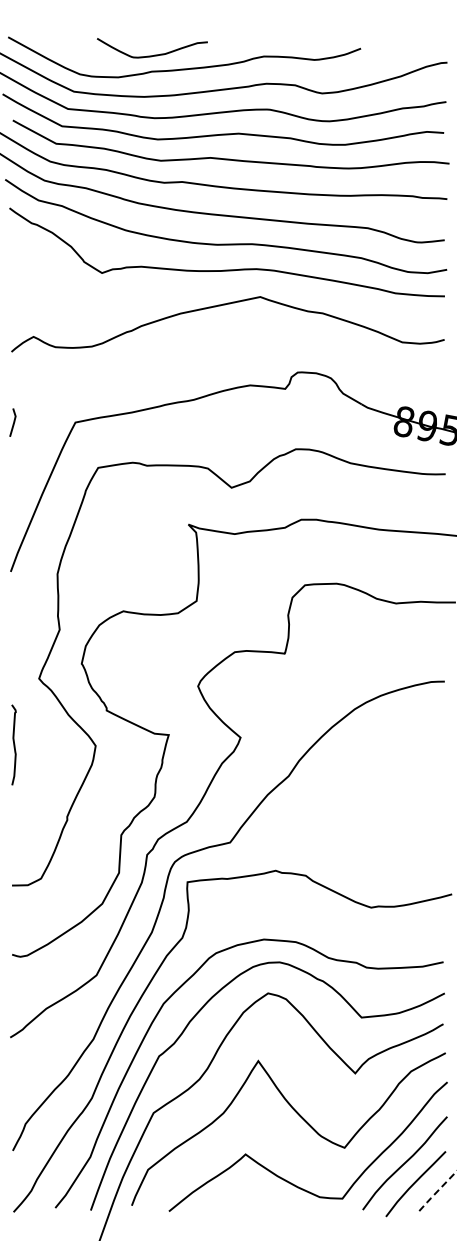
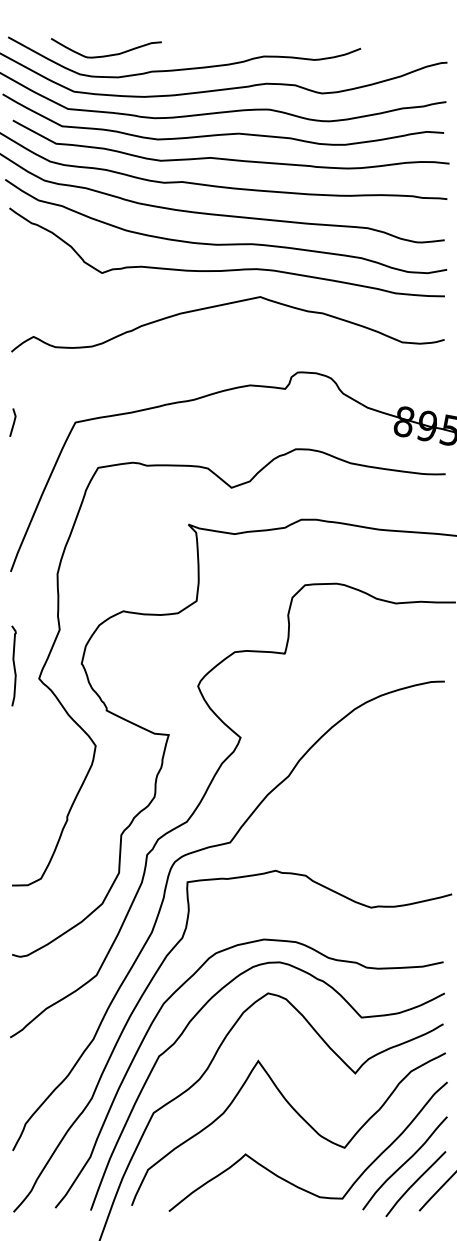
curve at (154, 54) position: (154, 54) -> (108, 54)
curve at (13, 744) position: (13, 744) -> (13, 665)
line at (437, 1191): dashed -> solid
